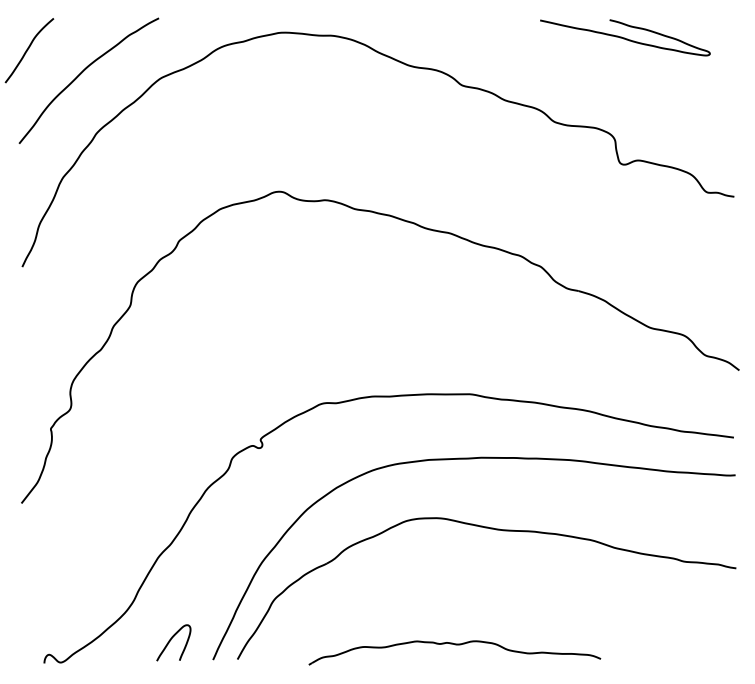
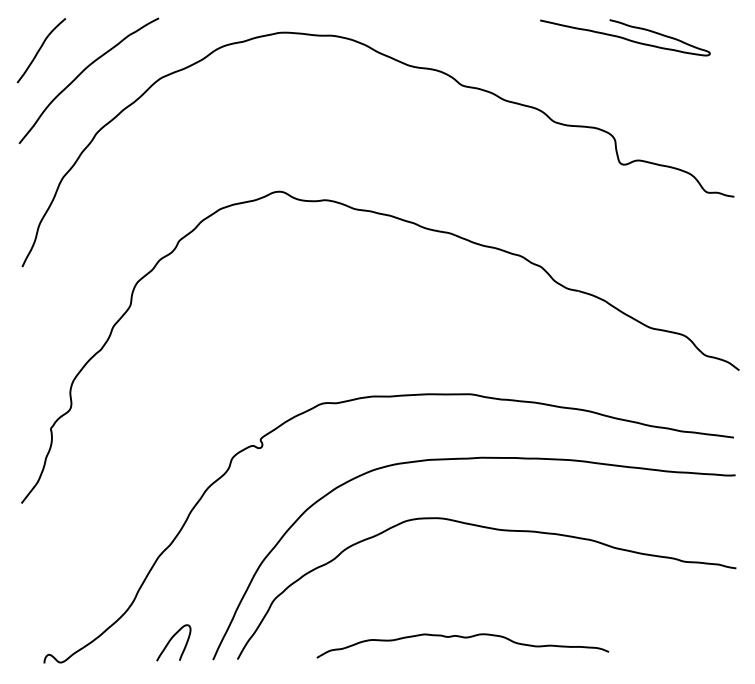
curve at (28, 50) position: (28, 50) -> (40, 50)
part at (455, 645) position: (455, 645) -> (463, 638)
